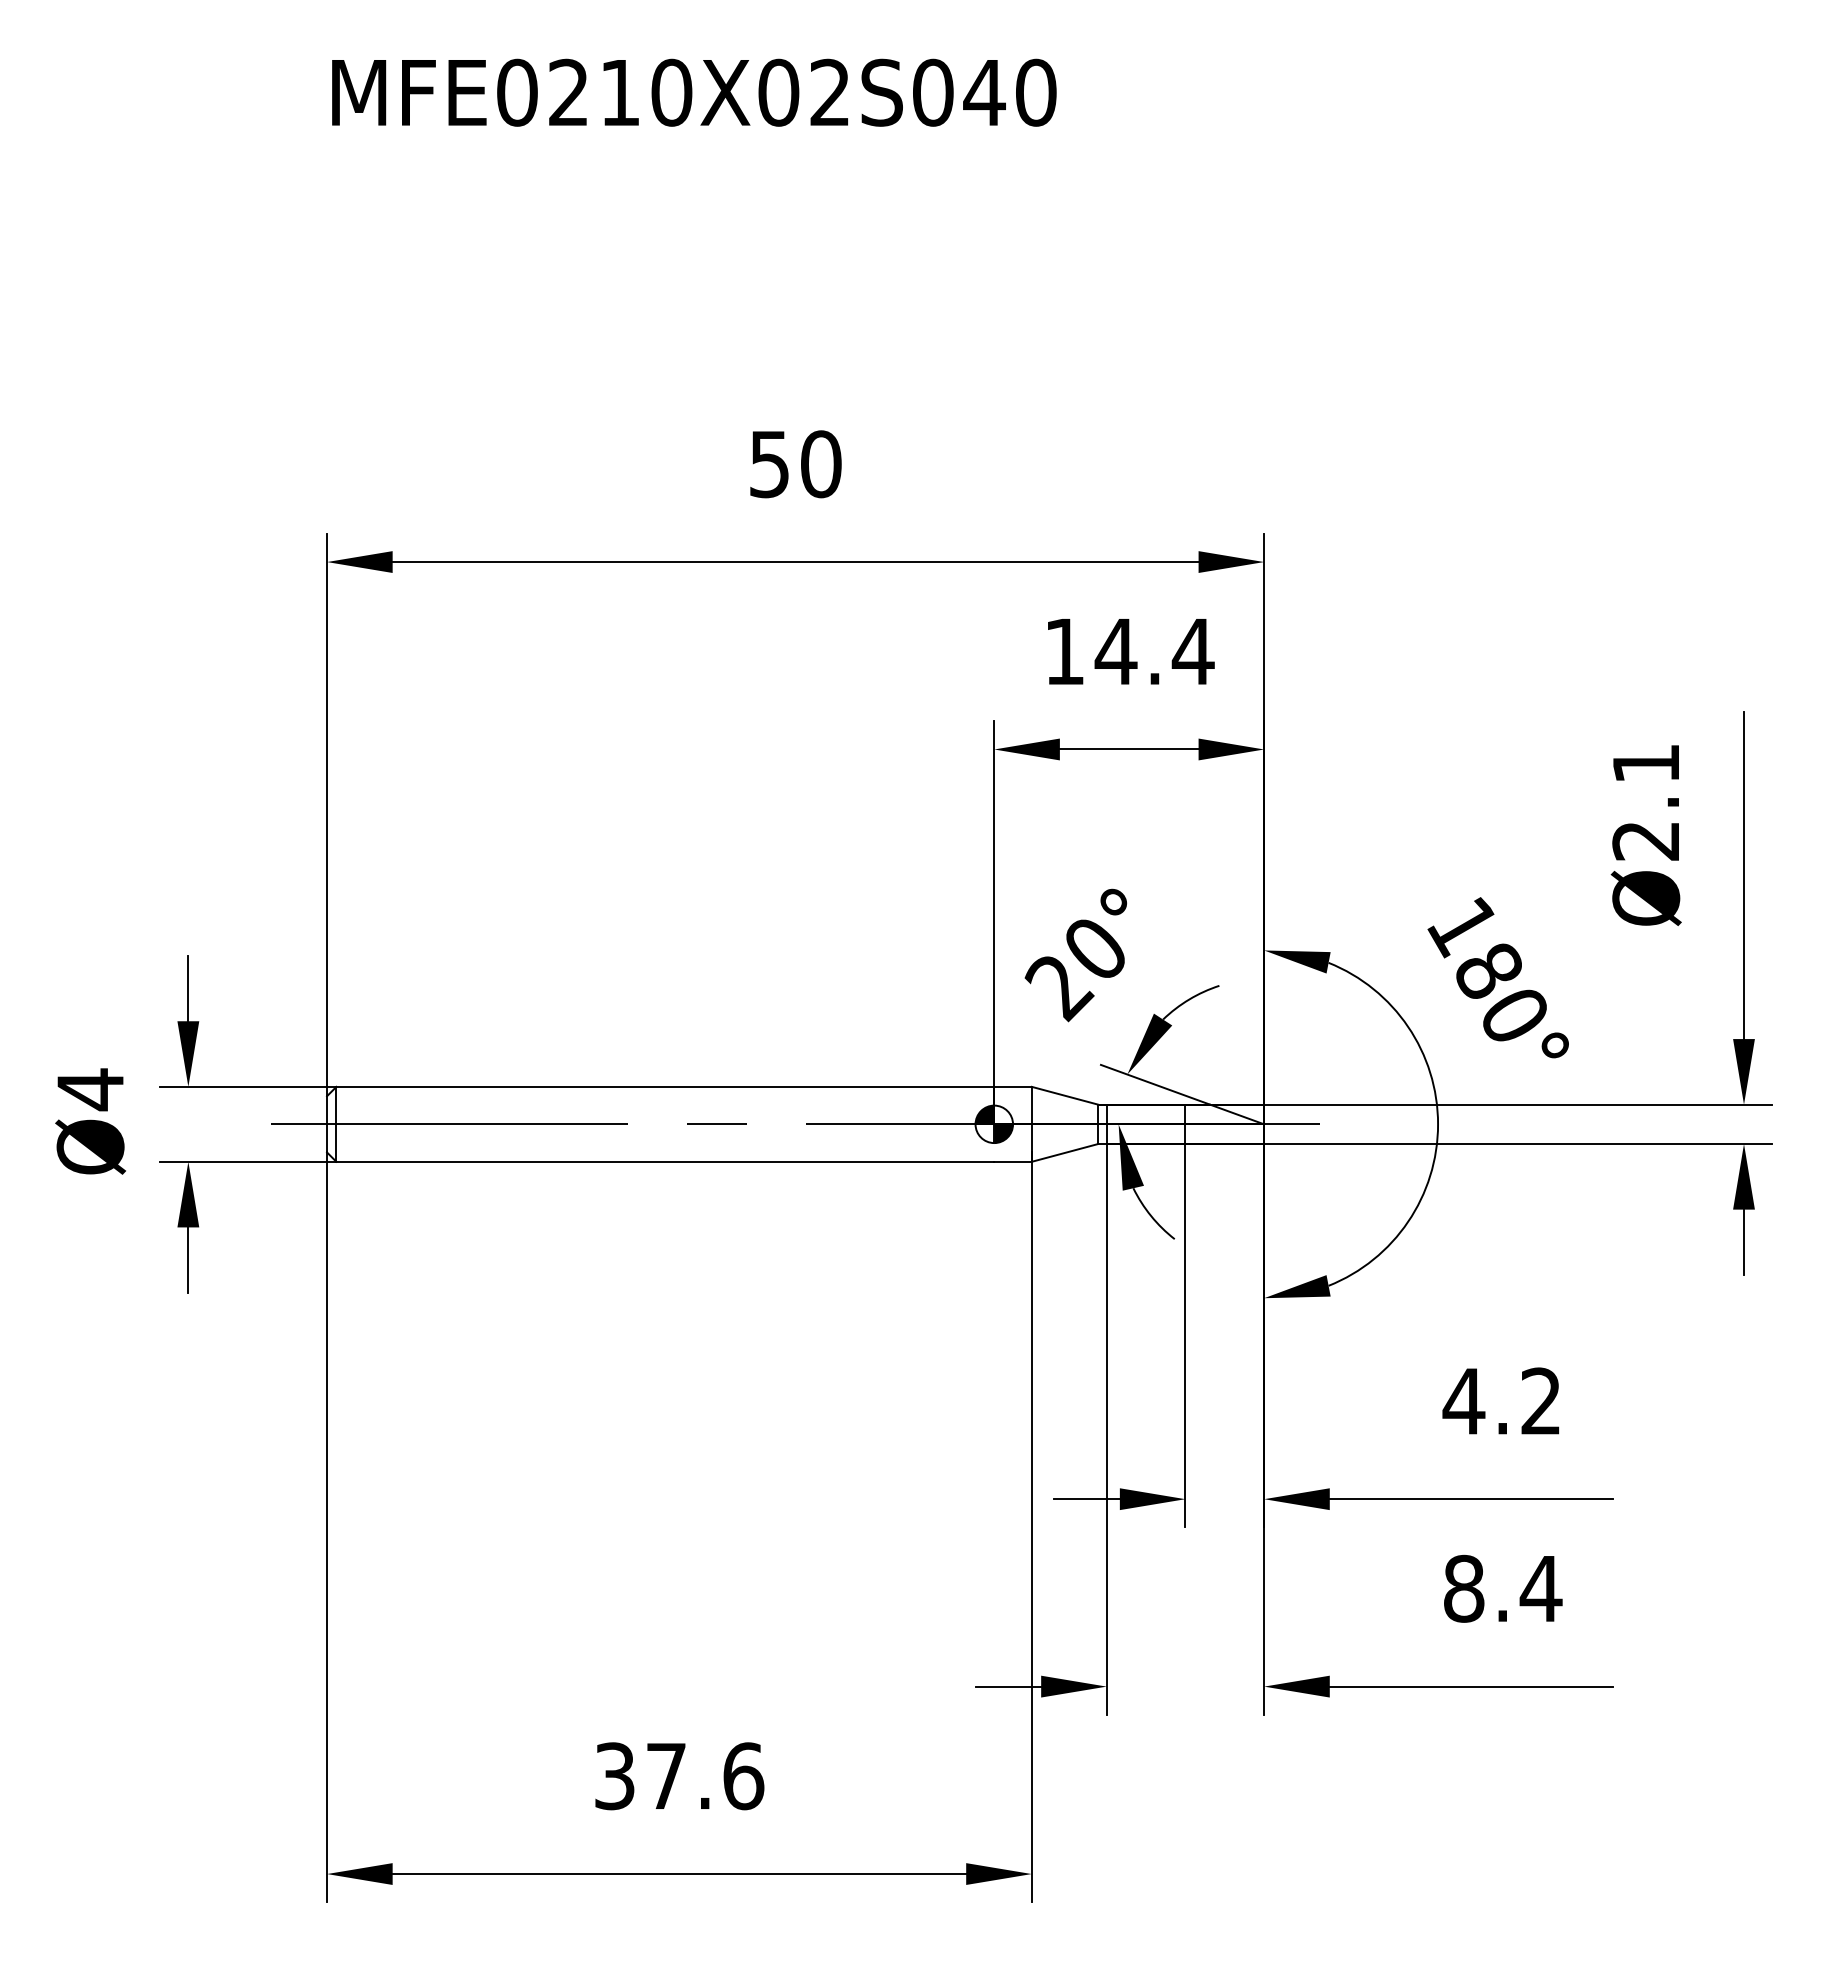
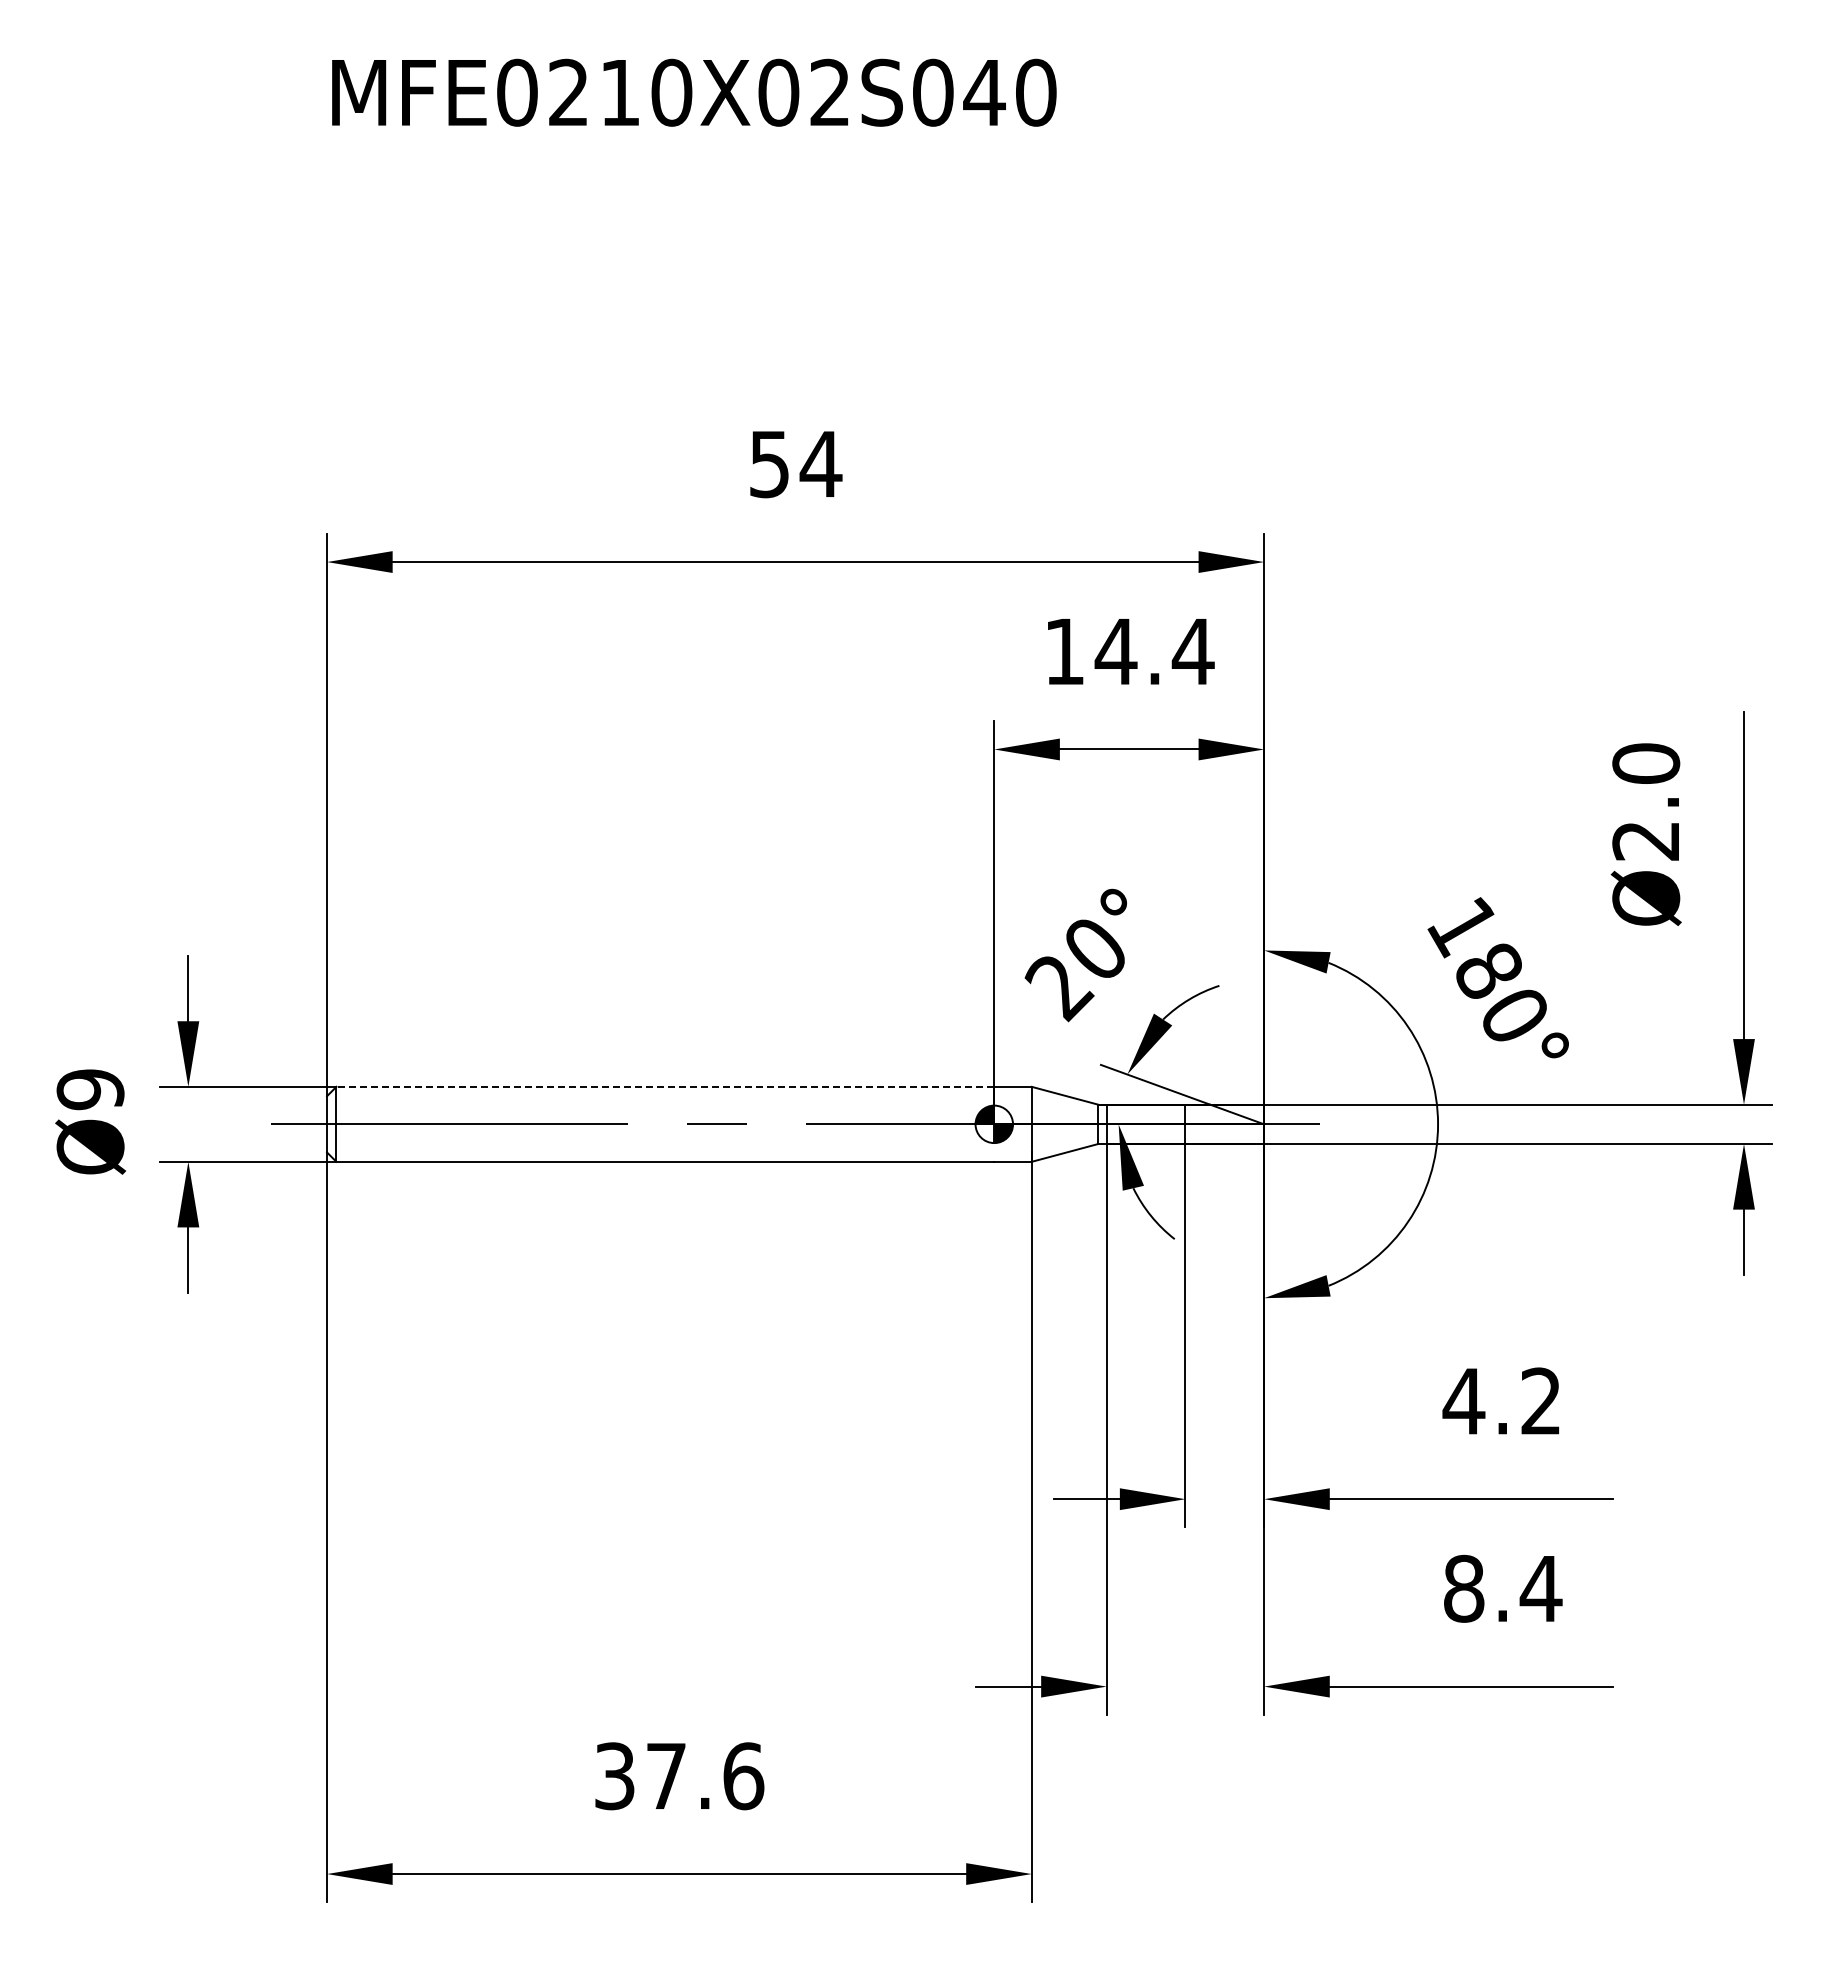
text at (820, 464): 50 -> 54
text at (1646, 763): Ø2.1 -> Ø2.0
line at (665, 1086): solid -> dashed
text at (90, 1089): Ø4 -> Ø9
